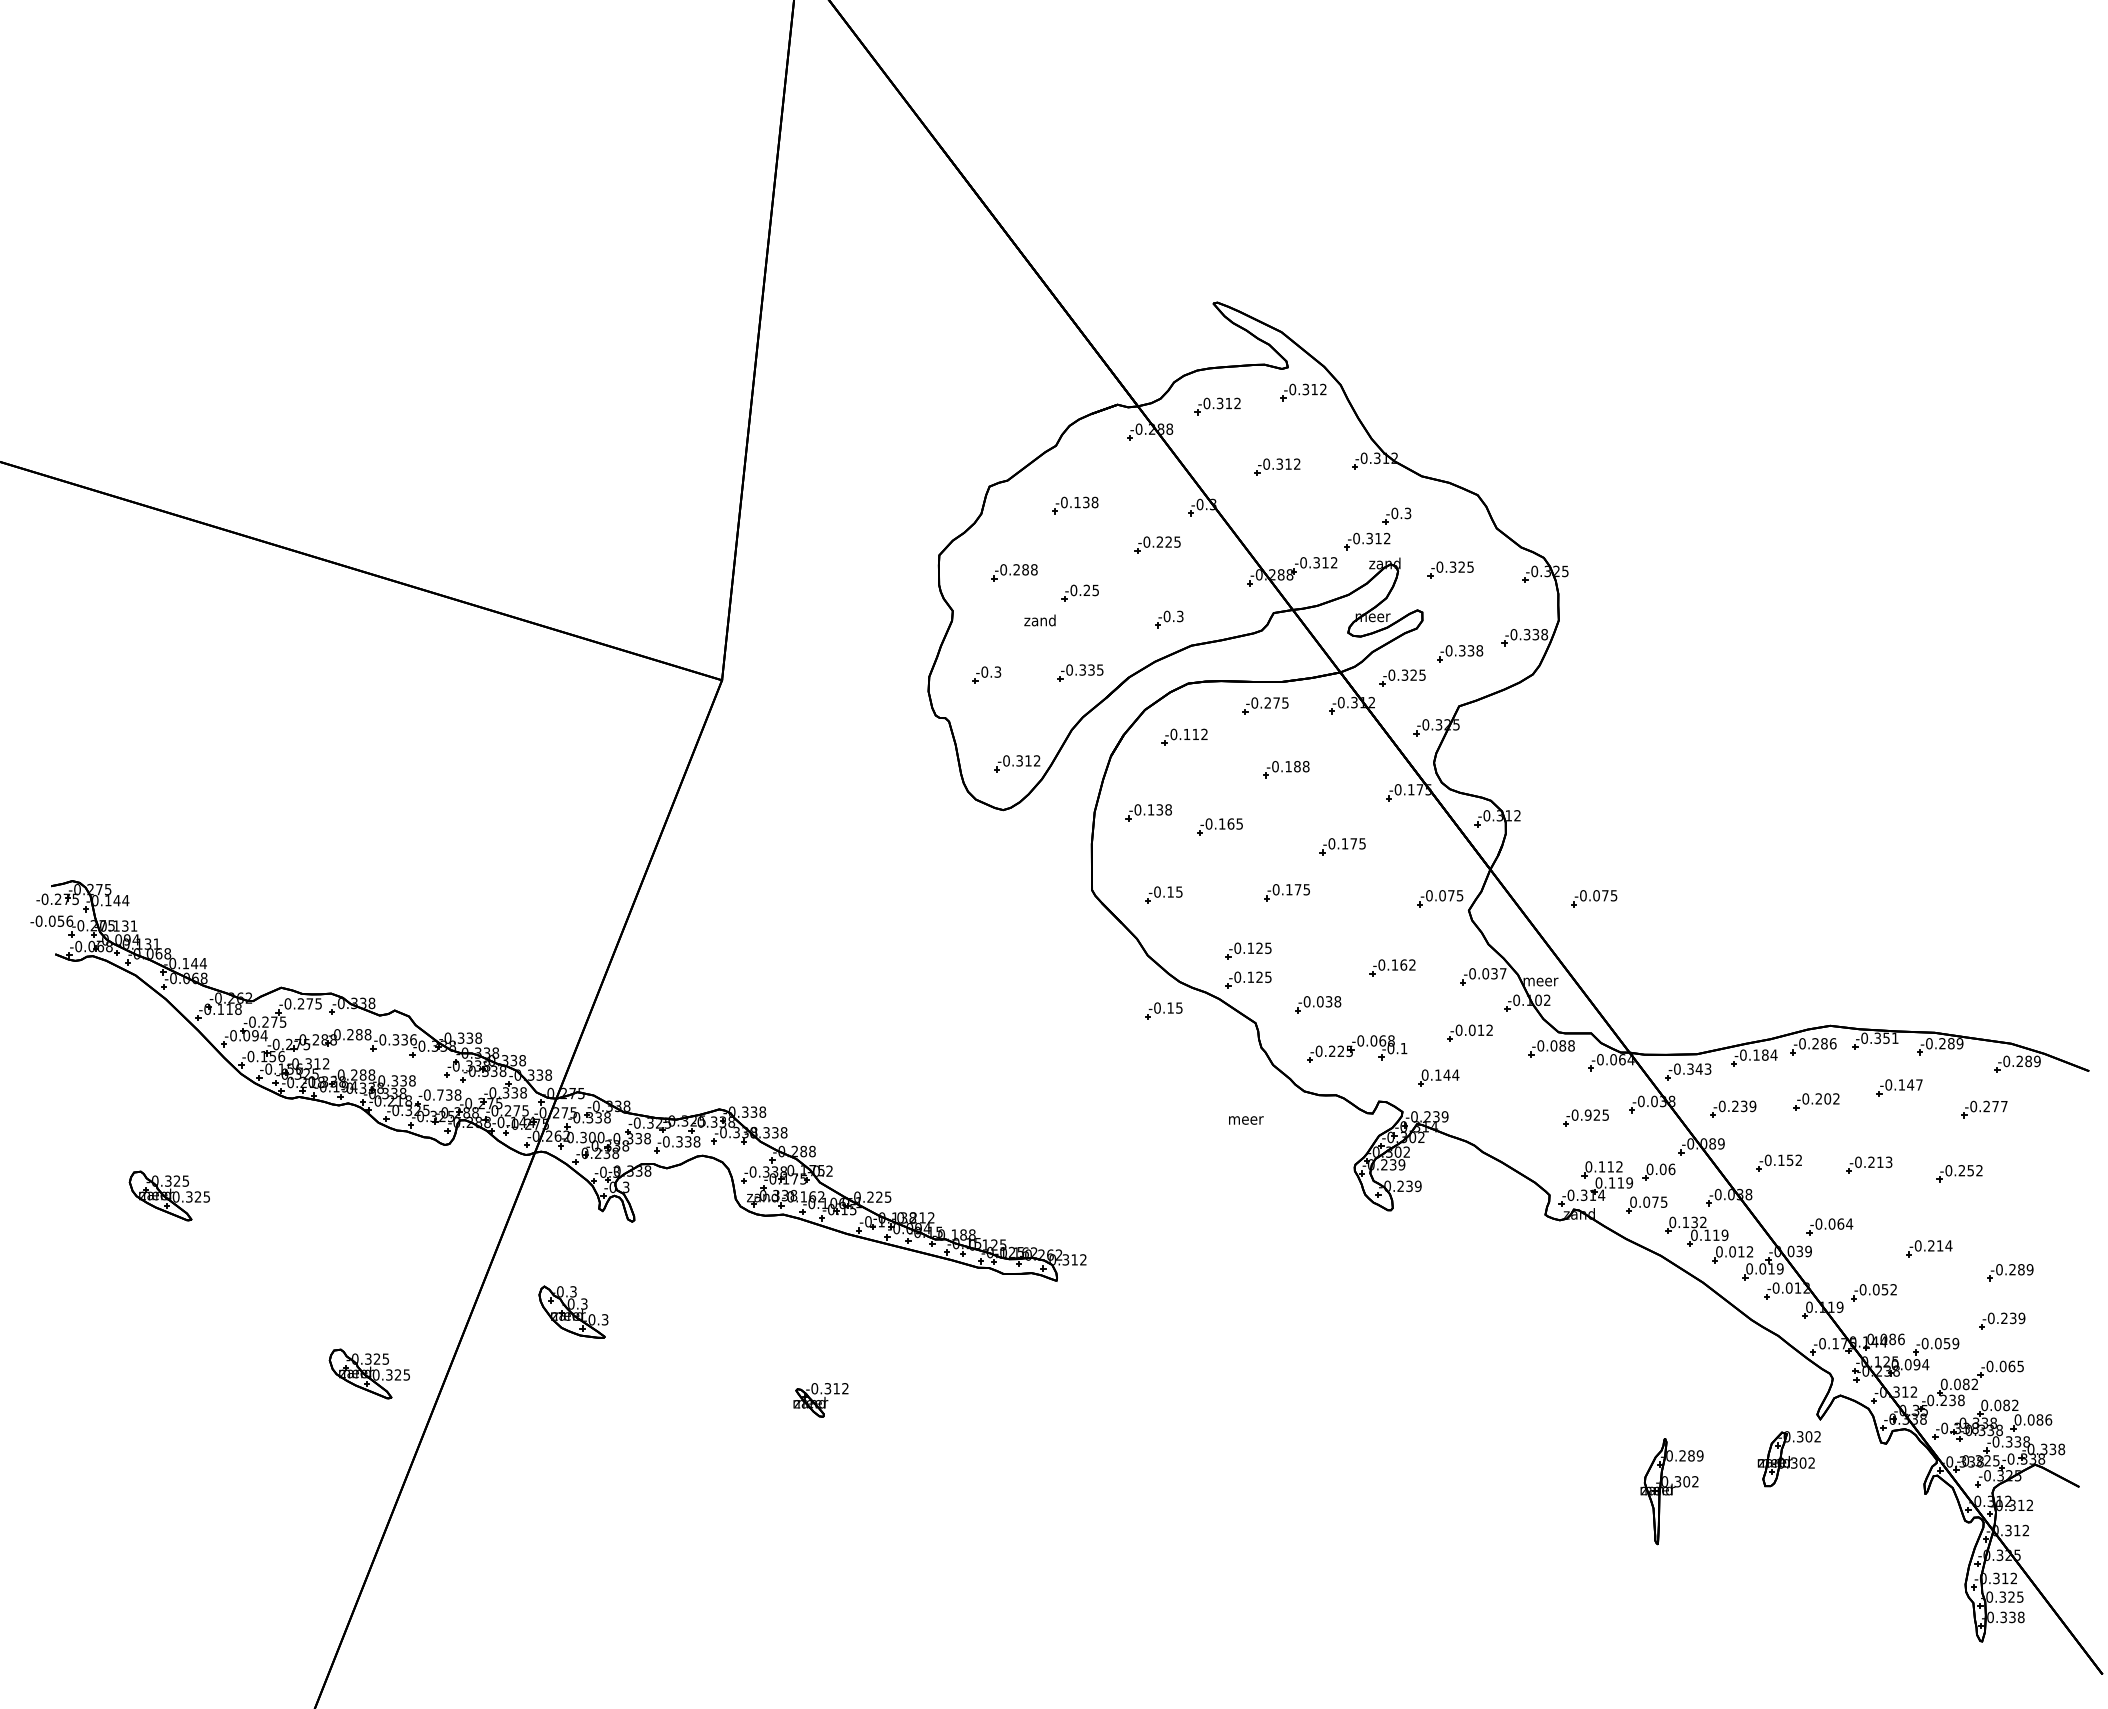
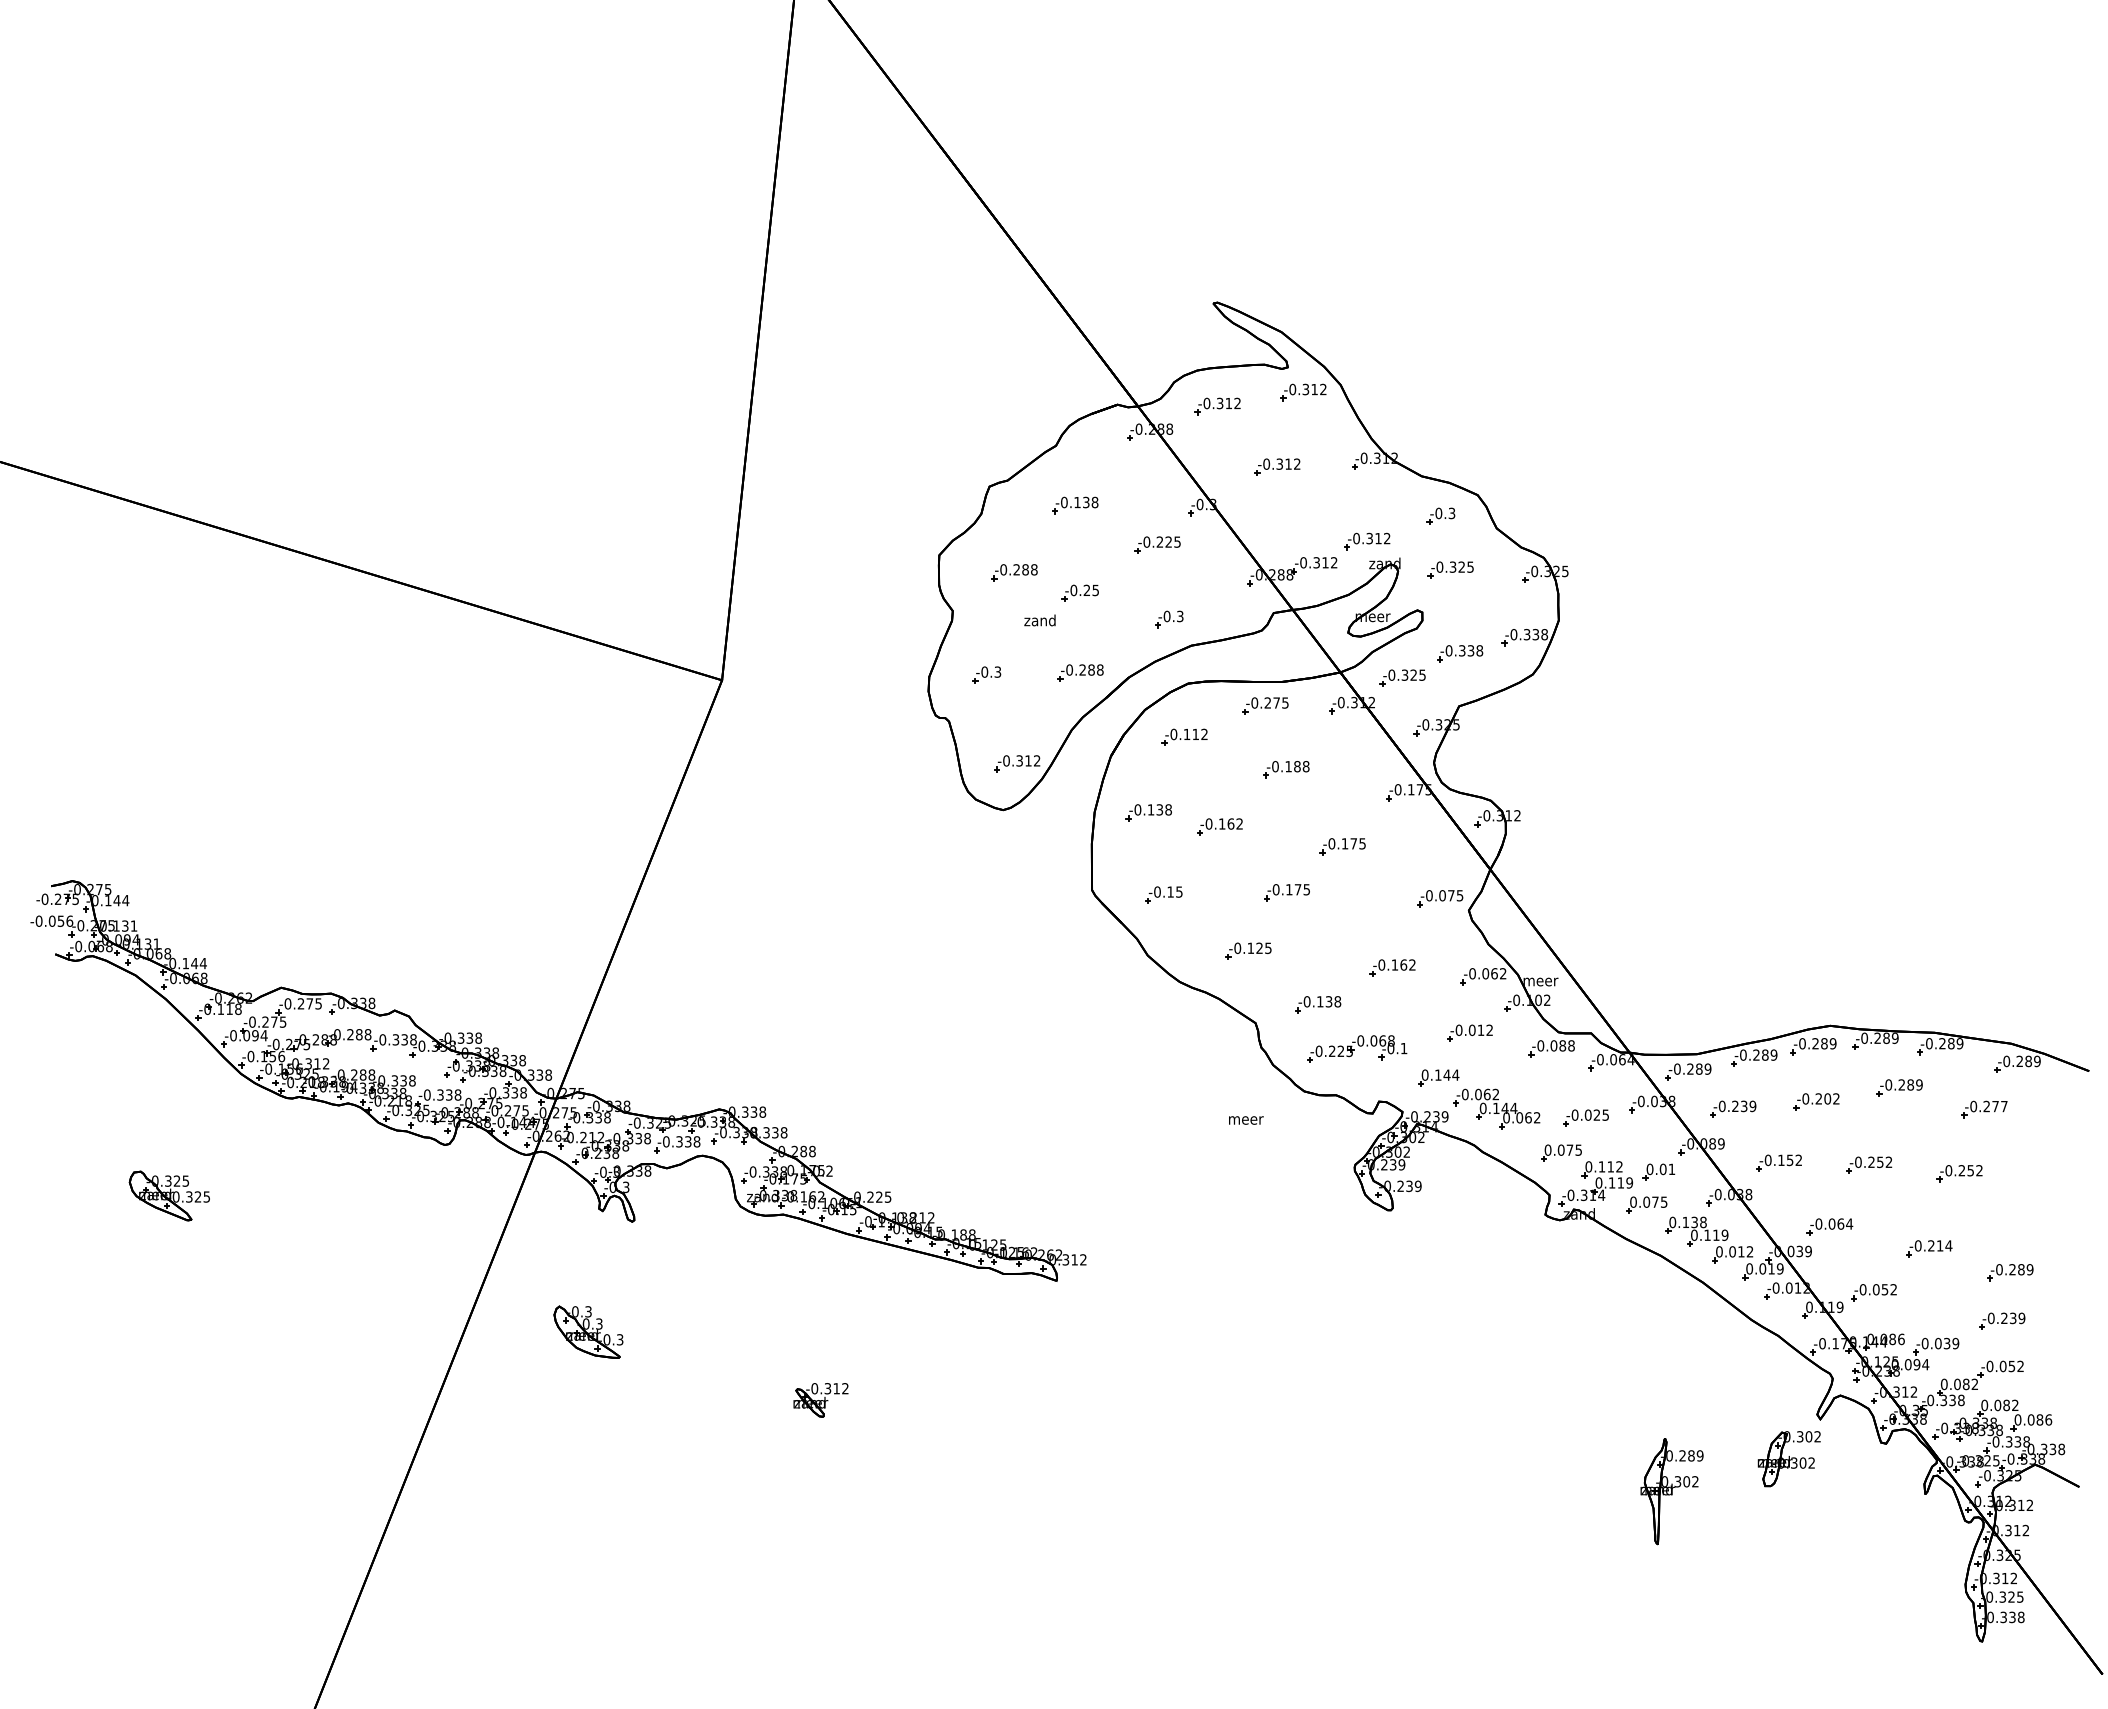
part at (1396, 515) position: (1396, 515) -> (1440, 515)
text at (1091, 669): -0.335 -> -0.288
text at (1239, 823): -0.165 -> -0.162
part at (1594, 898): present -> none
text at (1498, 973): -0.037 -> -0.062
part at (1248, 979): present -> none
text at (1319, 1001): -0.038 -> -0.138
part at (1163, 1010): present -> none
text at (1886, 1038): -0.351 -> -0.289
text at (413, 1039): -0.336 -> -0.338
text at (1832, 1043): -0.286 -> -0.289
text at (1765, 1054): -0.184 -> -0.289
text at (1699, 1068): -0.343 -> -0.289
text at (1910, 1084): -0.147 -> -0.289
text at (440, 1094): -0.738 -> -0.338
part at (1496, 1108): none -> present
text at (1587, 1114): -0.925 -> -0.025
text at (592, 1137): -0.300 -> -0.212
part at (1561, 1152): none -> present
text at (1884, 1162): -0.213 -> -0.252
text at (1671, 1169): 0.06 -> 0.01
text at (1703, 1222): 0.132 -> 0.138
part at (573, 1311) position: (573, 1311) -> (588, 1331)
text at (1947, 1342): -0.059 -> -0.039
text at (2015, 1366): -0.065 -> -0.052
part at (368, 1373): present -> none
text at (1943, 1400): -0.238 -> -0.338
